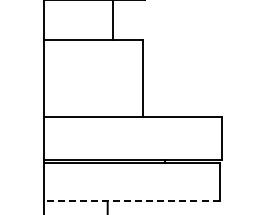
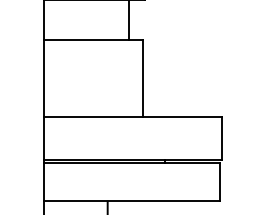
line at (113, 21) position: (113, 21) -> (129, 21)
line at (131, 200): dashed -> solid
